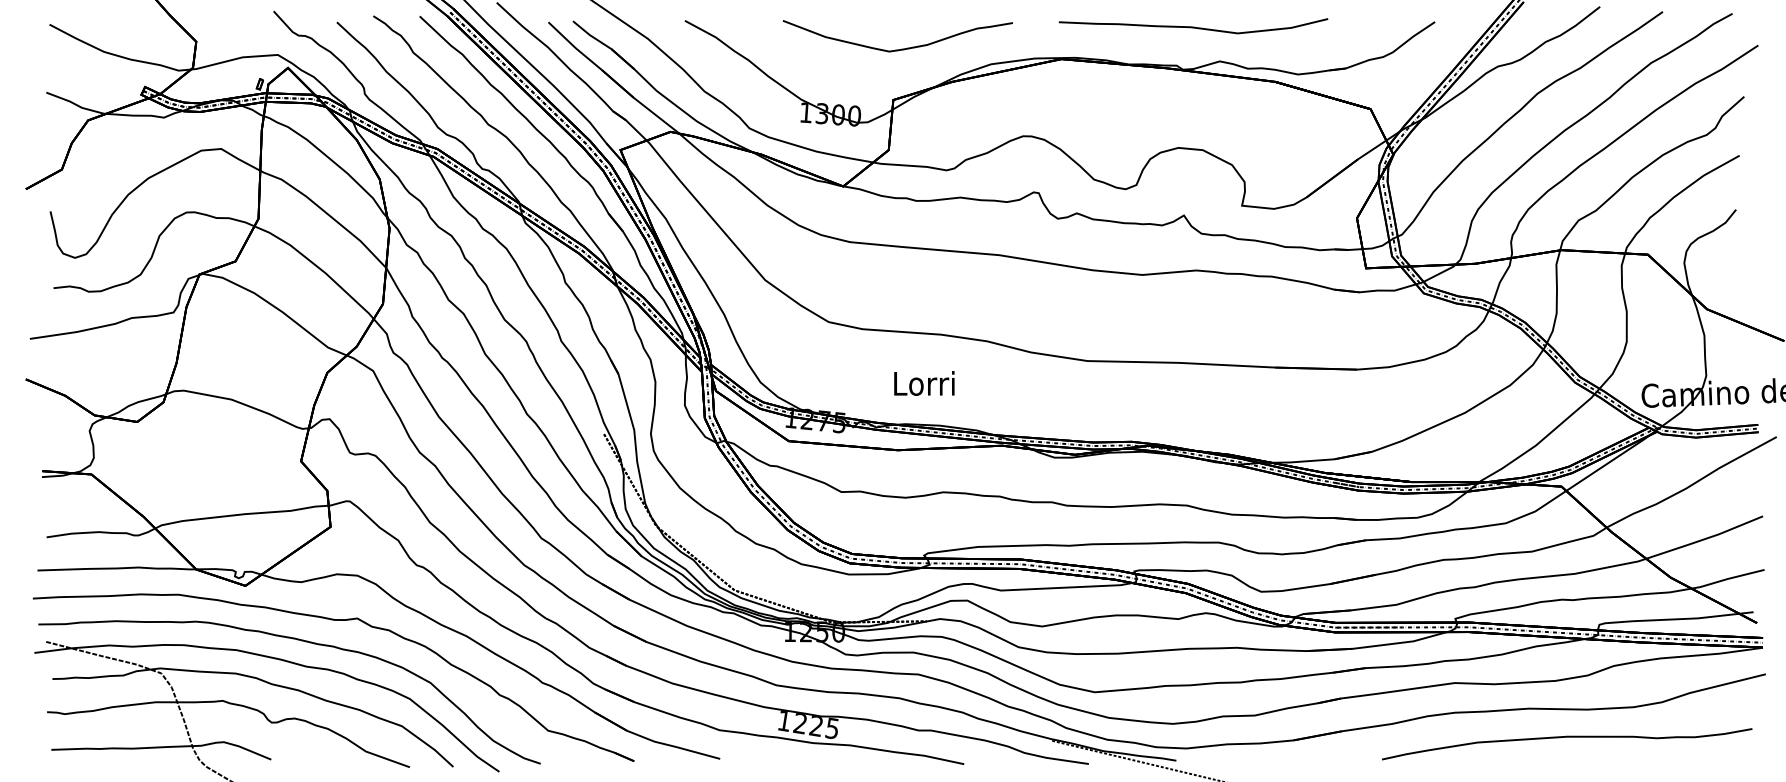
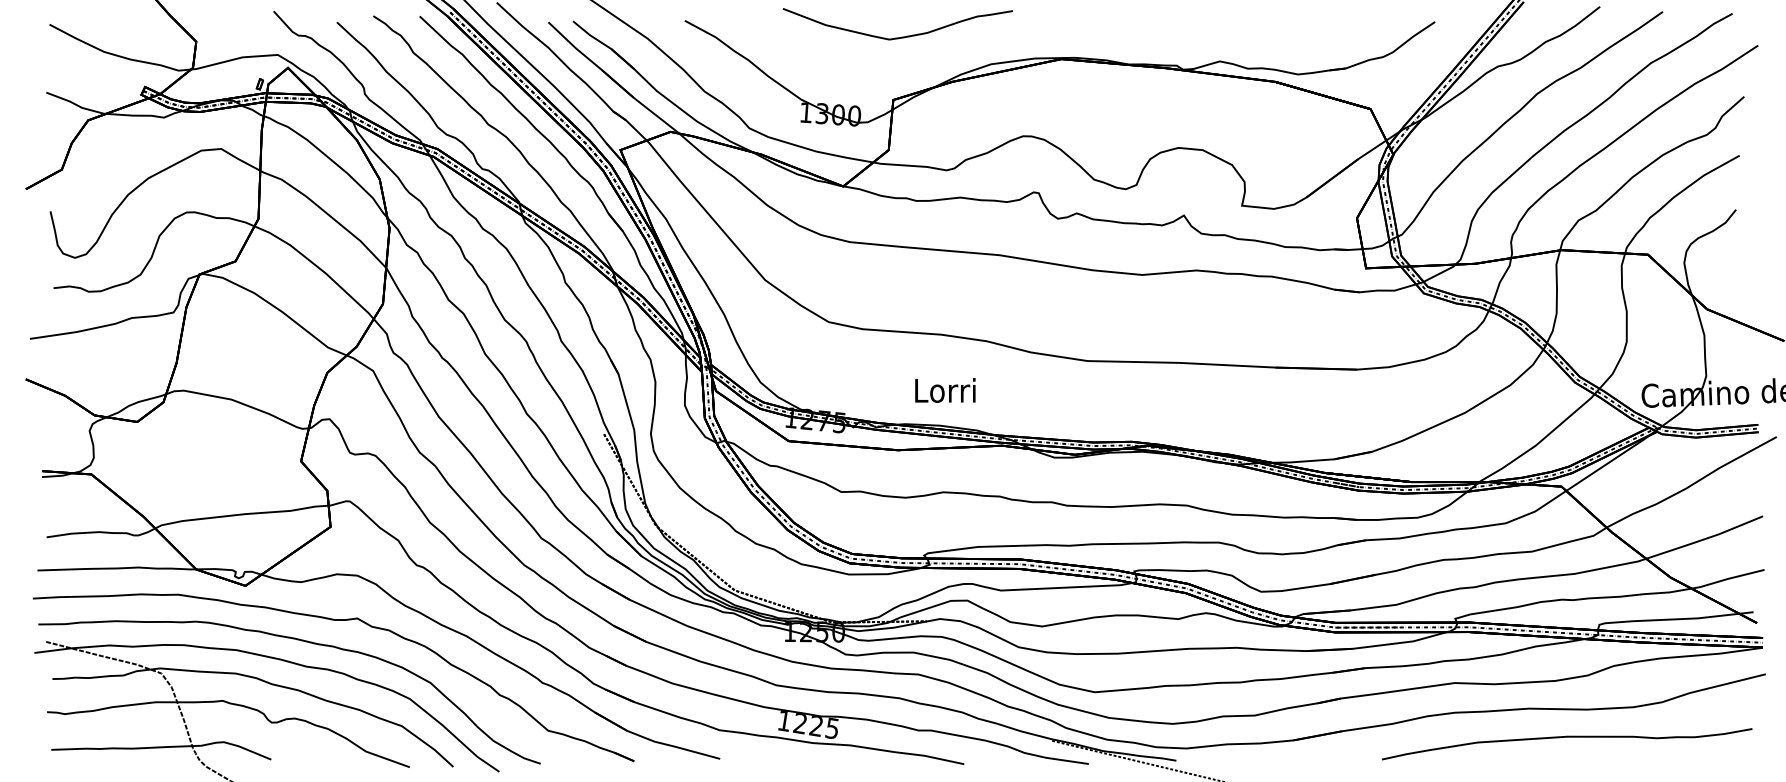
curve at (1193, 26): present -> none
curve at (901, 48) position: (901, 48) -> (901, 36)
text at (924, 383) position: (924, 383) -> (945, 390)
